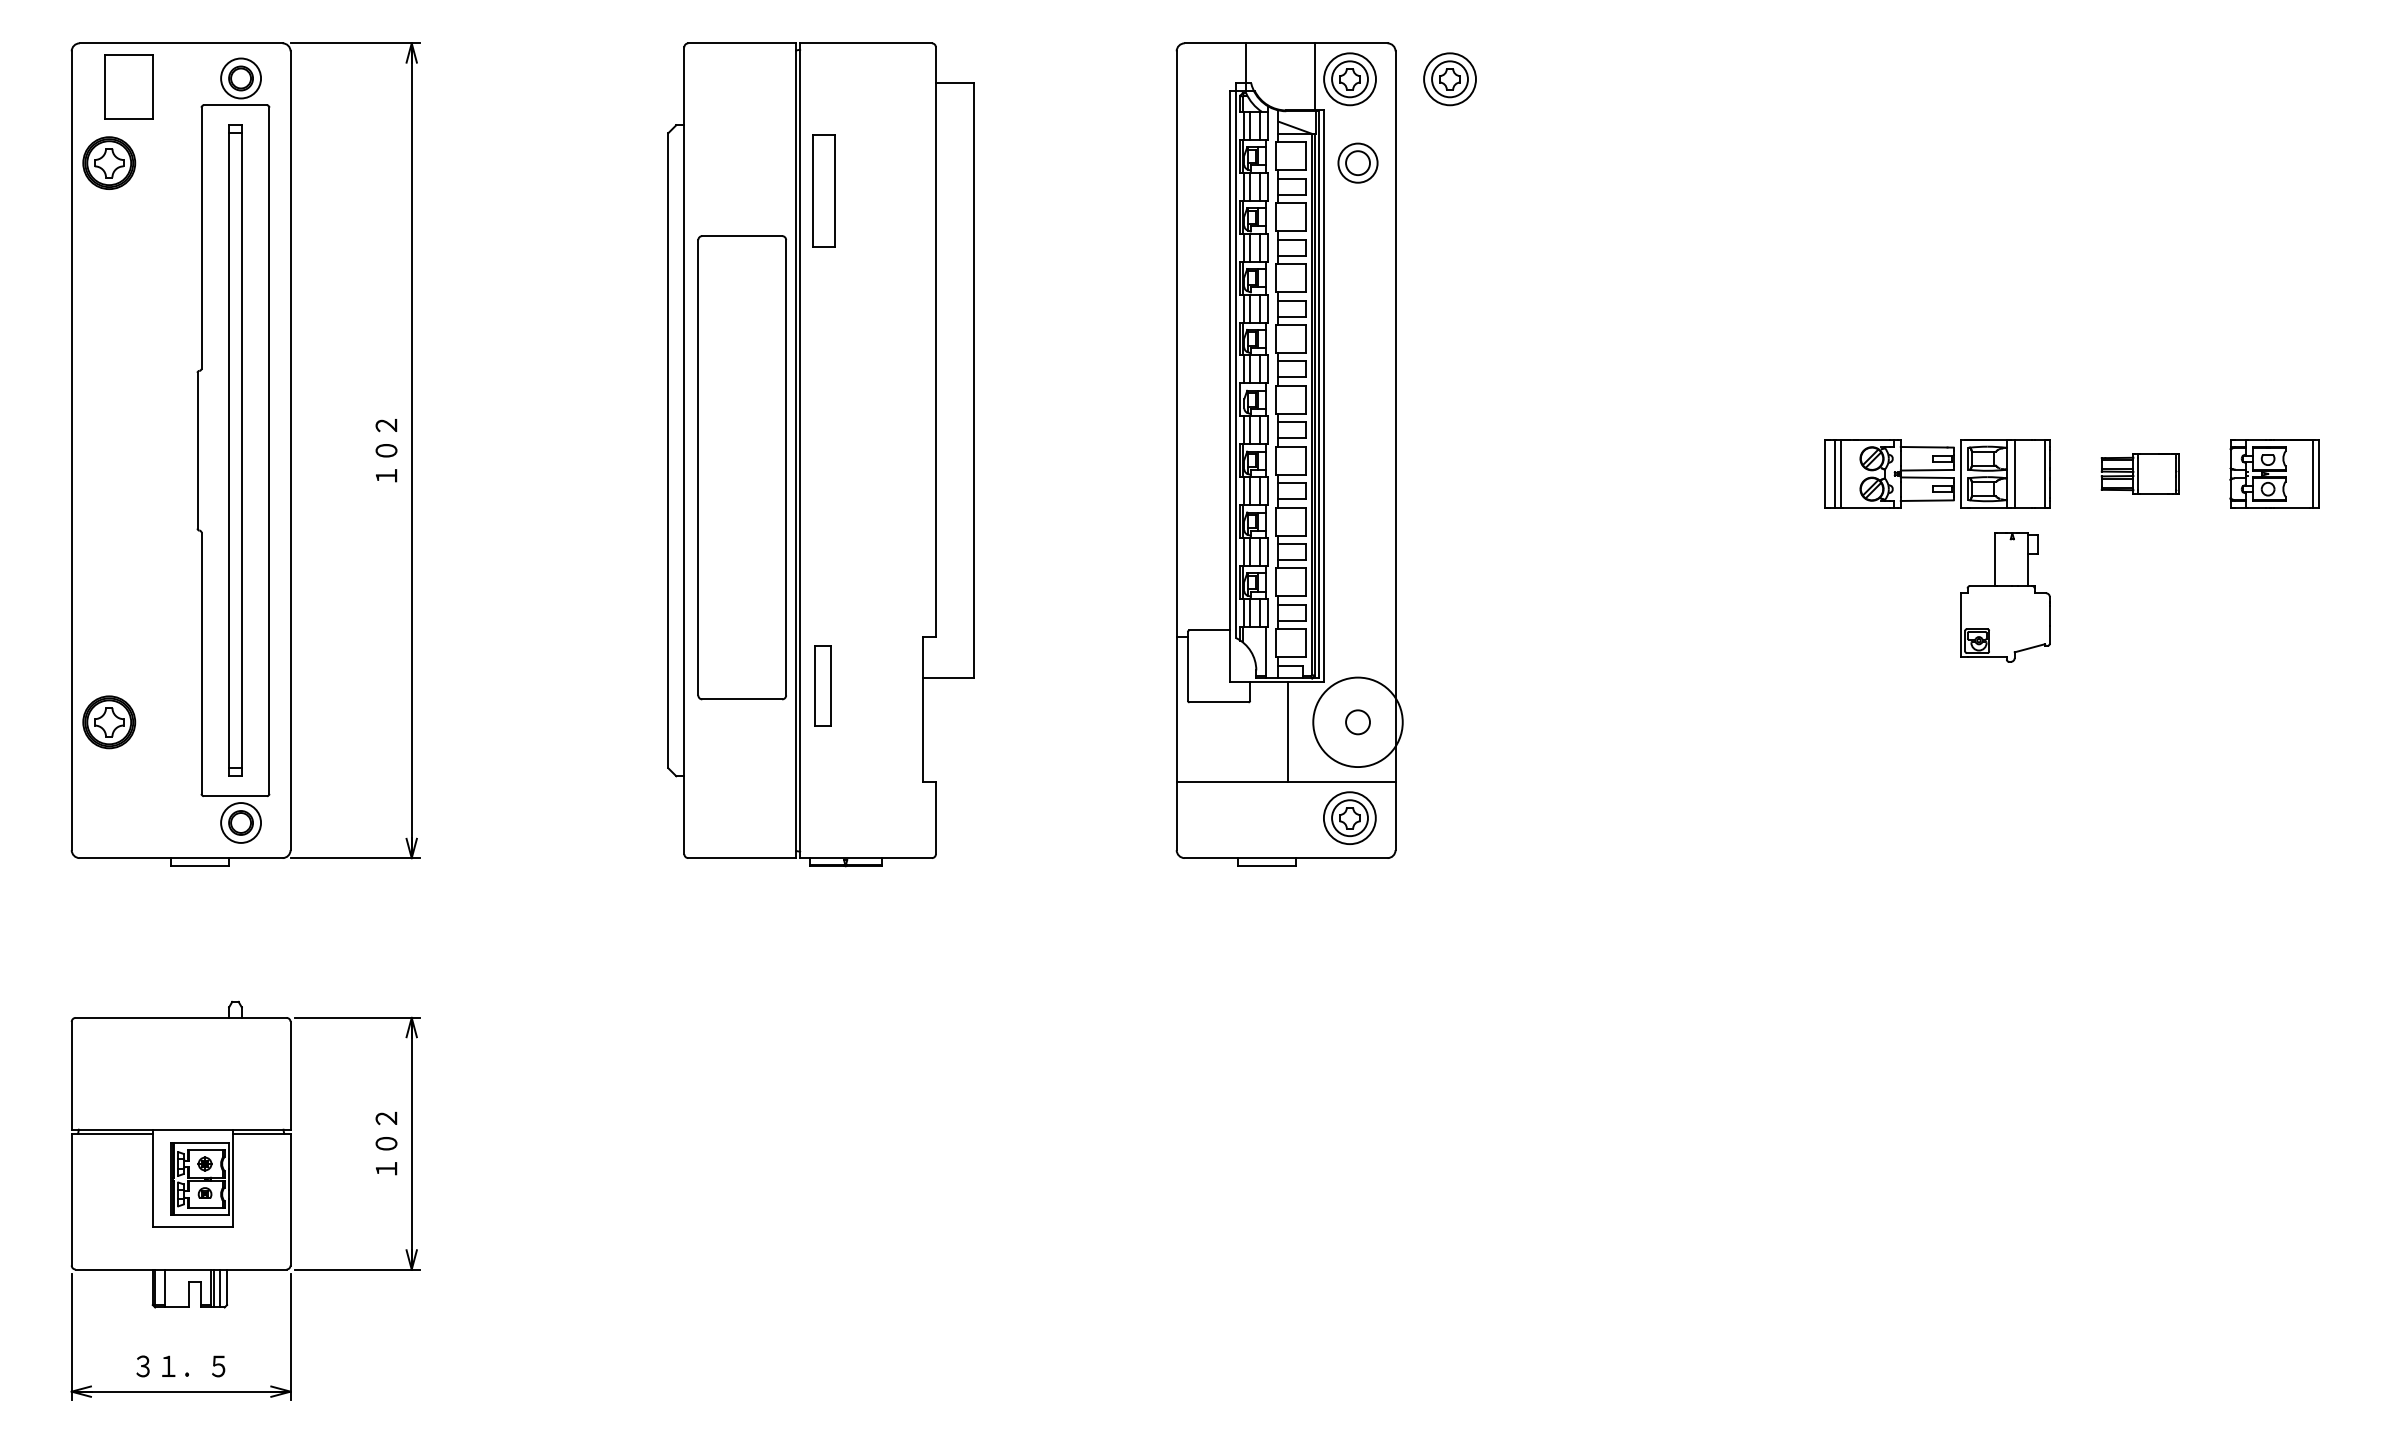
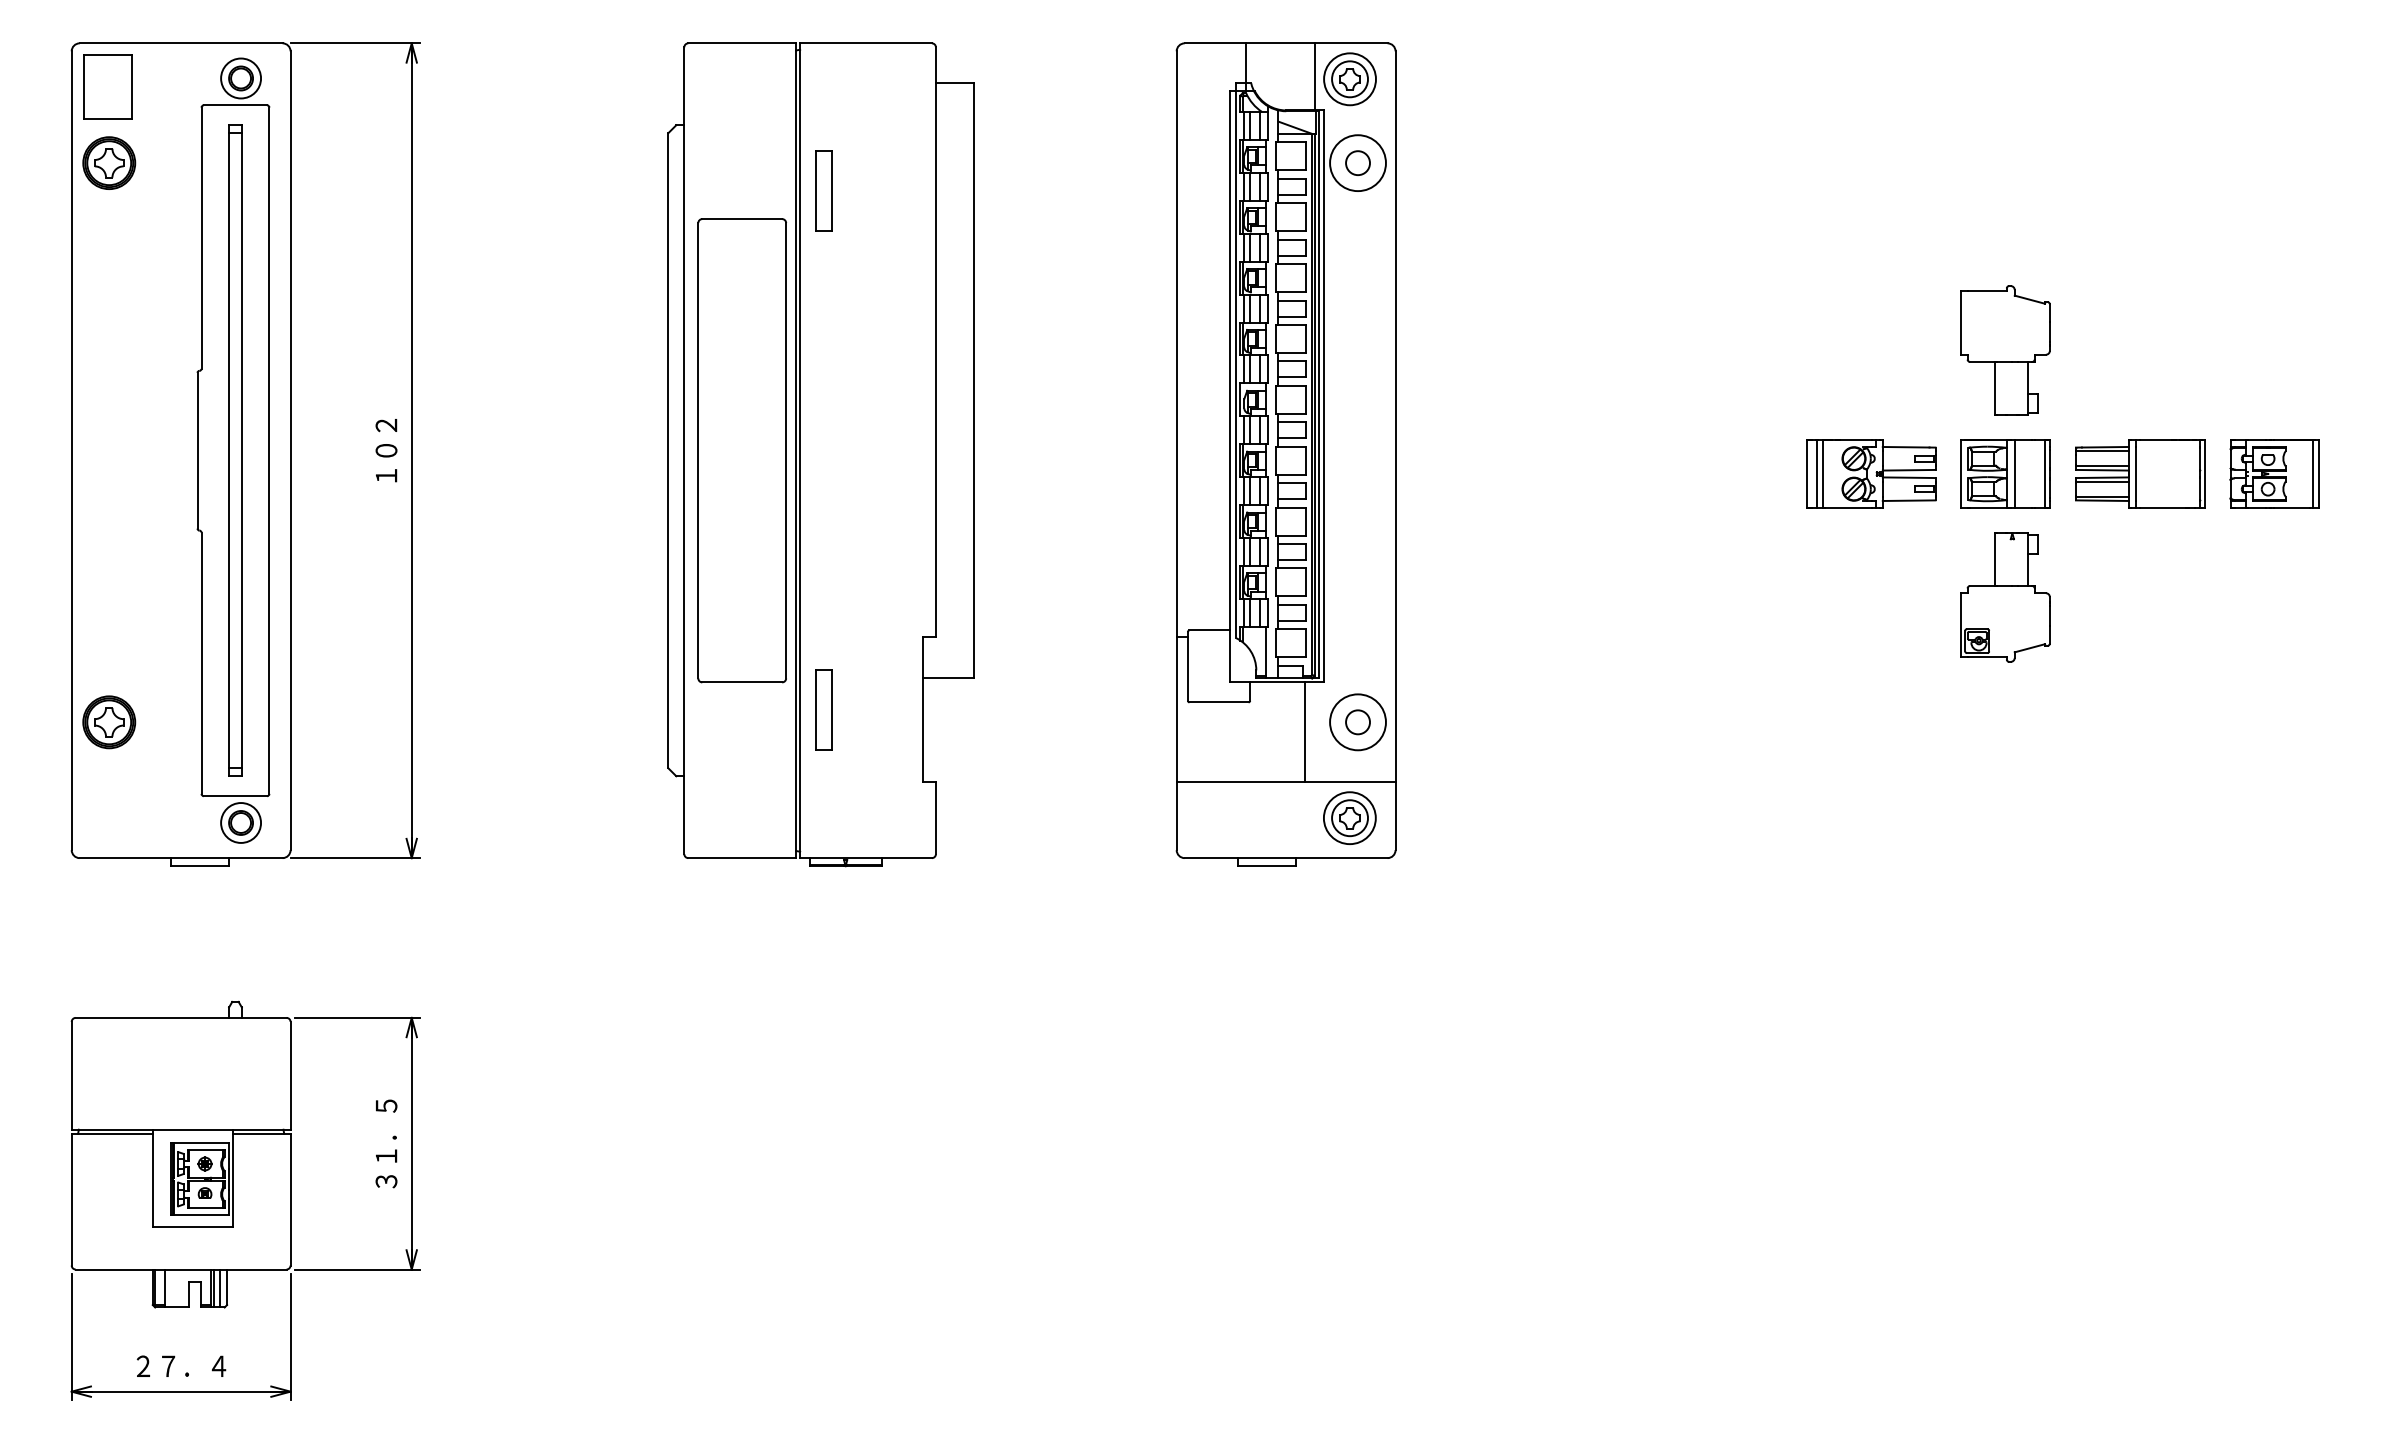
part at (1449, 79): present -> none
part at (128, 86) position: (128, 86) -> (107, 86)
circle at (1357, 162) diameter: 39 px -> 56 px
part at (823, 190) size: 24x114 px -> 18x82 px
part at (2005, 350): none -> present
part at (741, 467) position: (741, 467) -> (741, 450)
part at (1889, 473) position: (1889, 473) -> (1871, 473)
part at (2139, 473) size: 80x42 px -> 131x70 px
part at (822, 685) position: (822, 685) -> (823, 709)
circle at (1357, 722) diameter: 89 px -> 56 px
line at (1288, 732) position: (1288, 732) -> (1305, 732)
text at (386, 1143): １０２ -> ３１．５
text at (181, 1366): ３１．５ -> ２７．４
